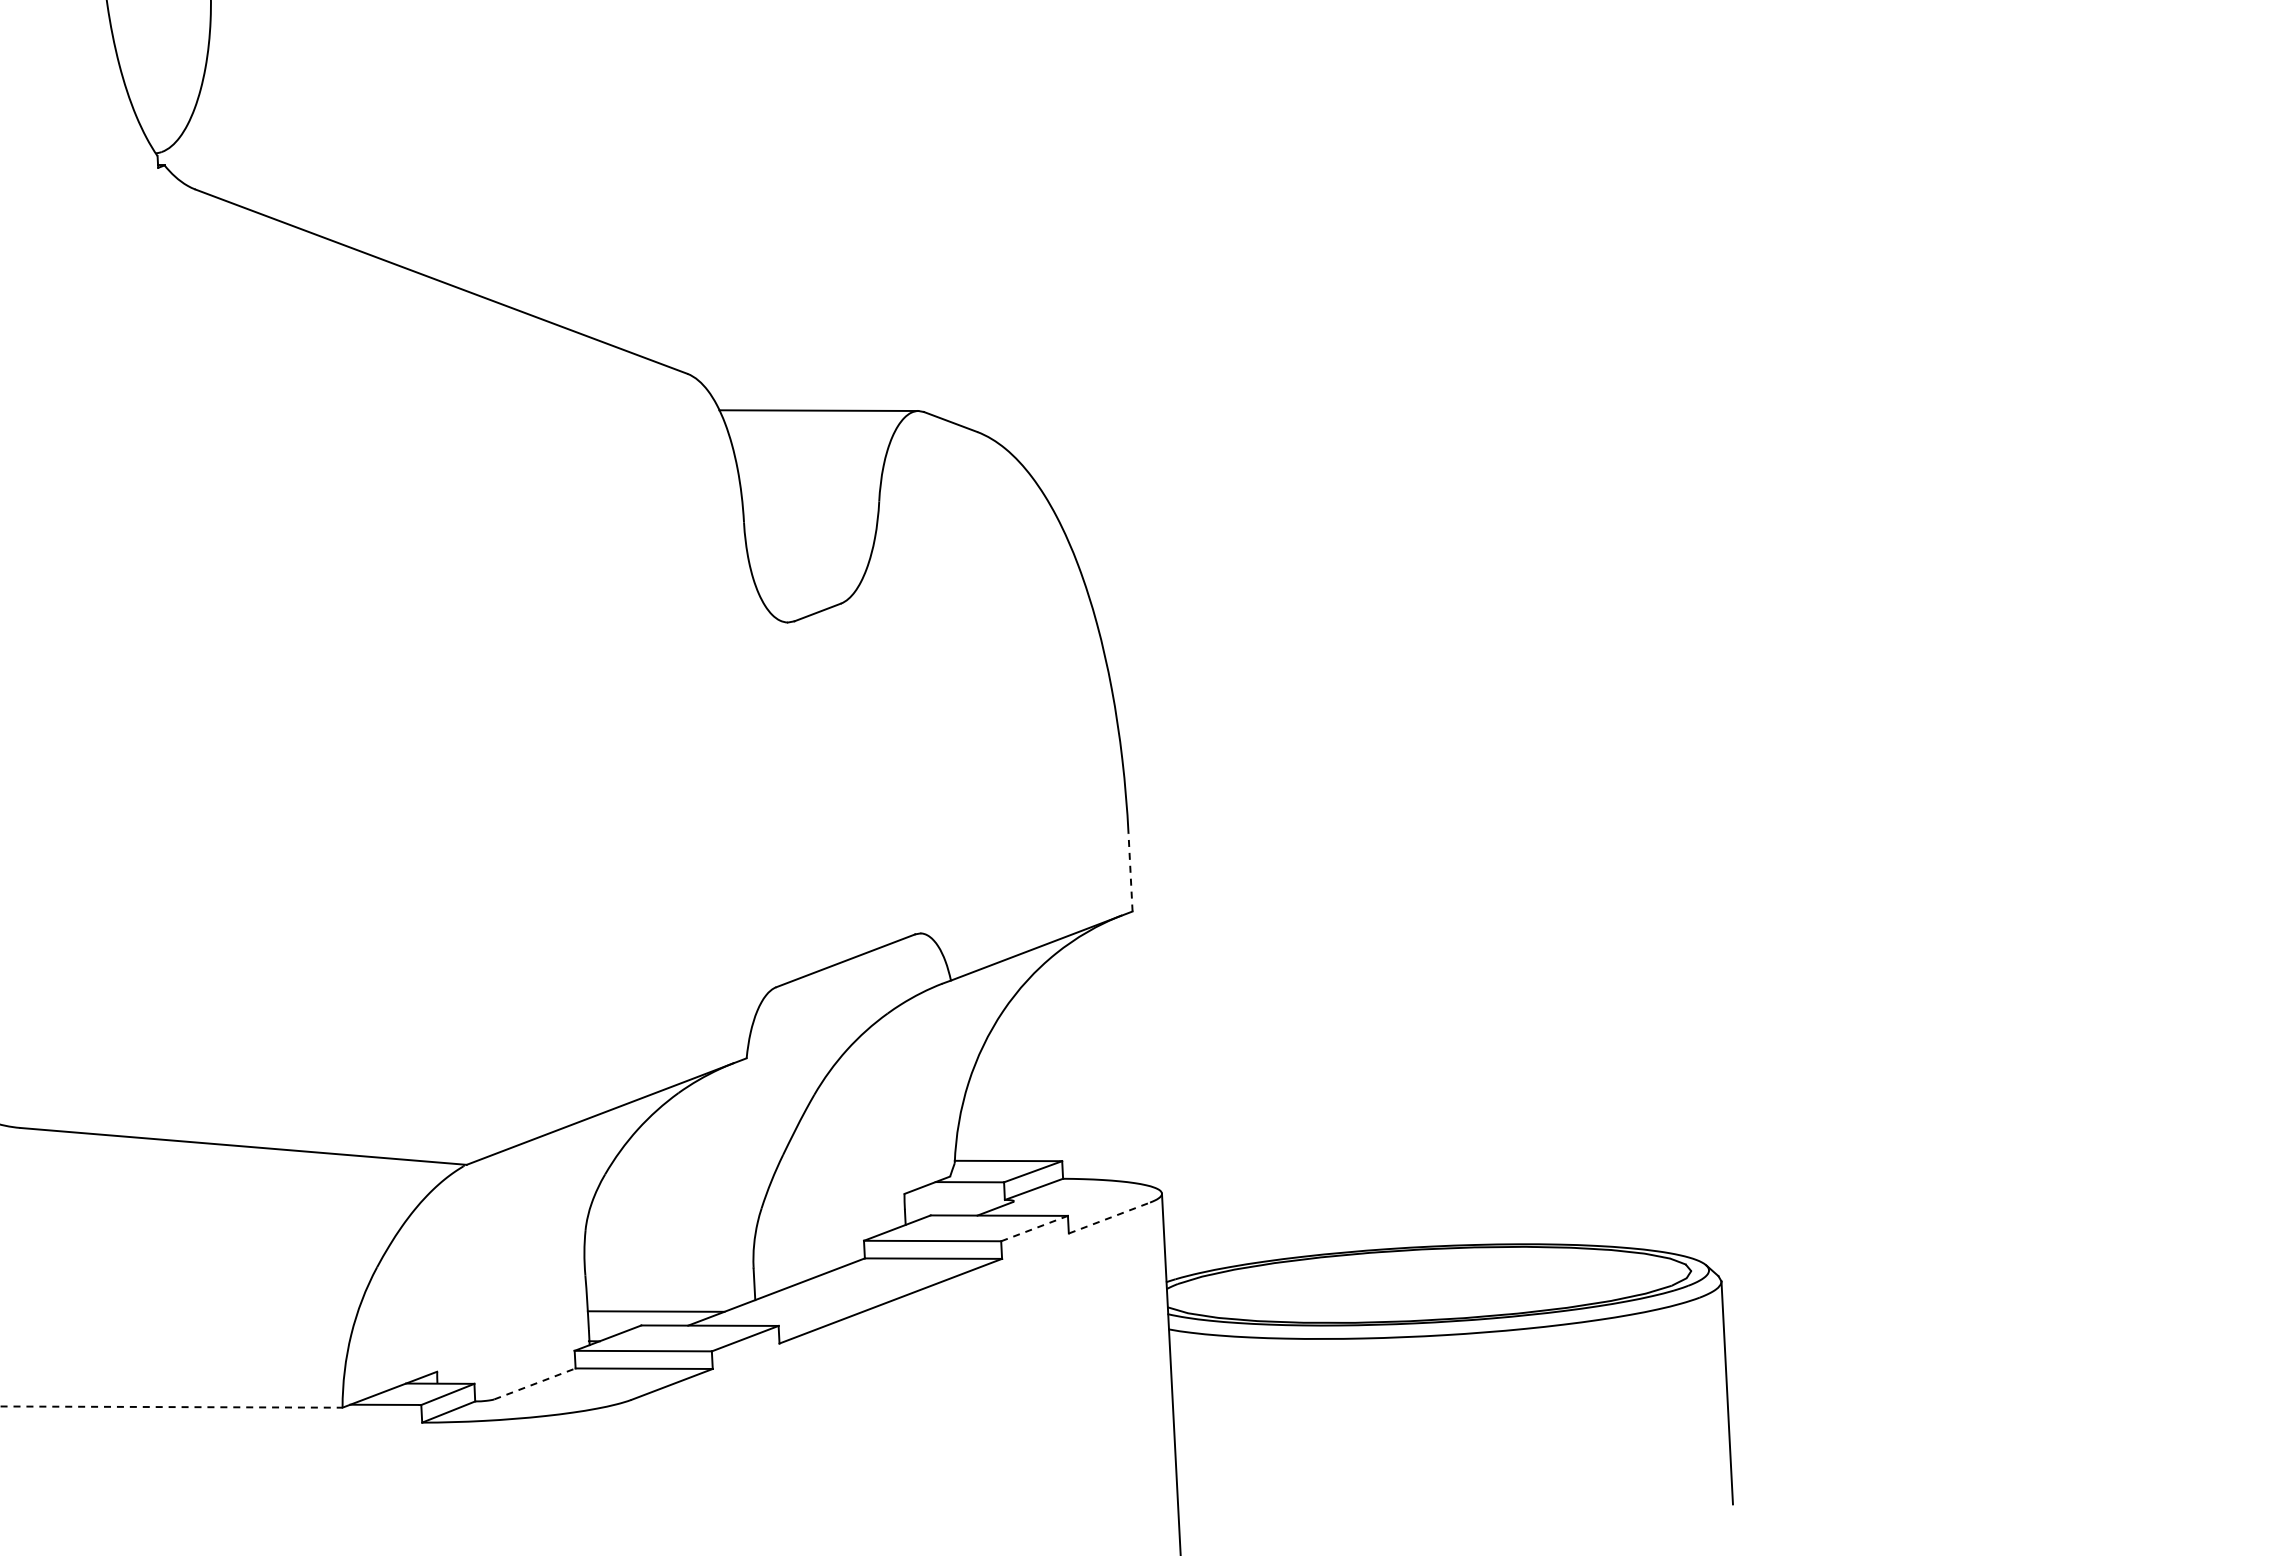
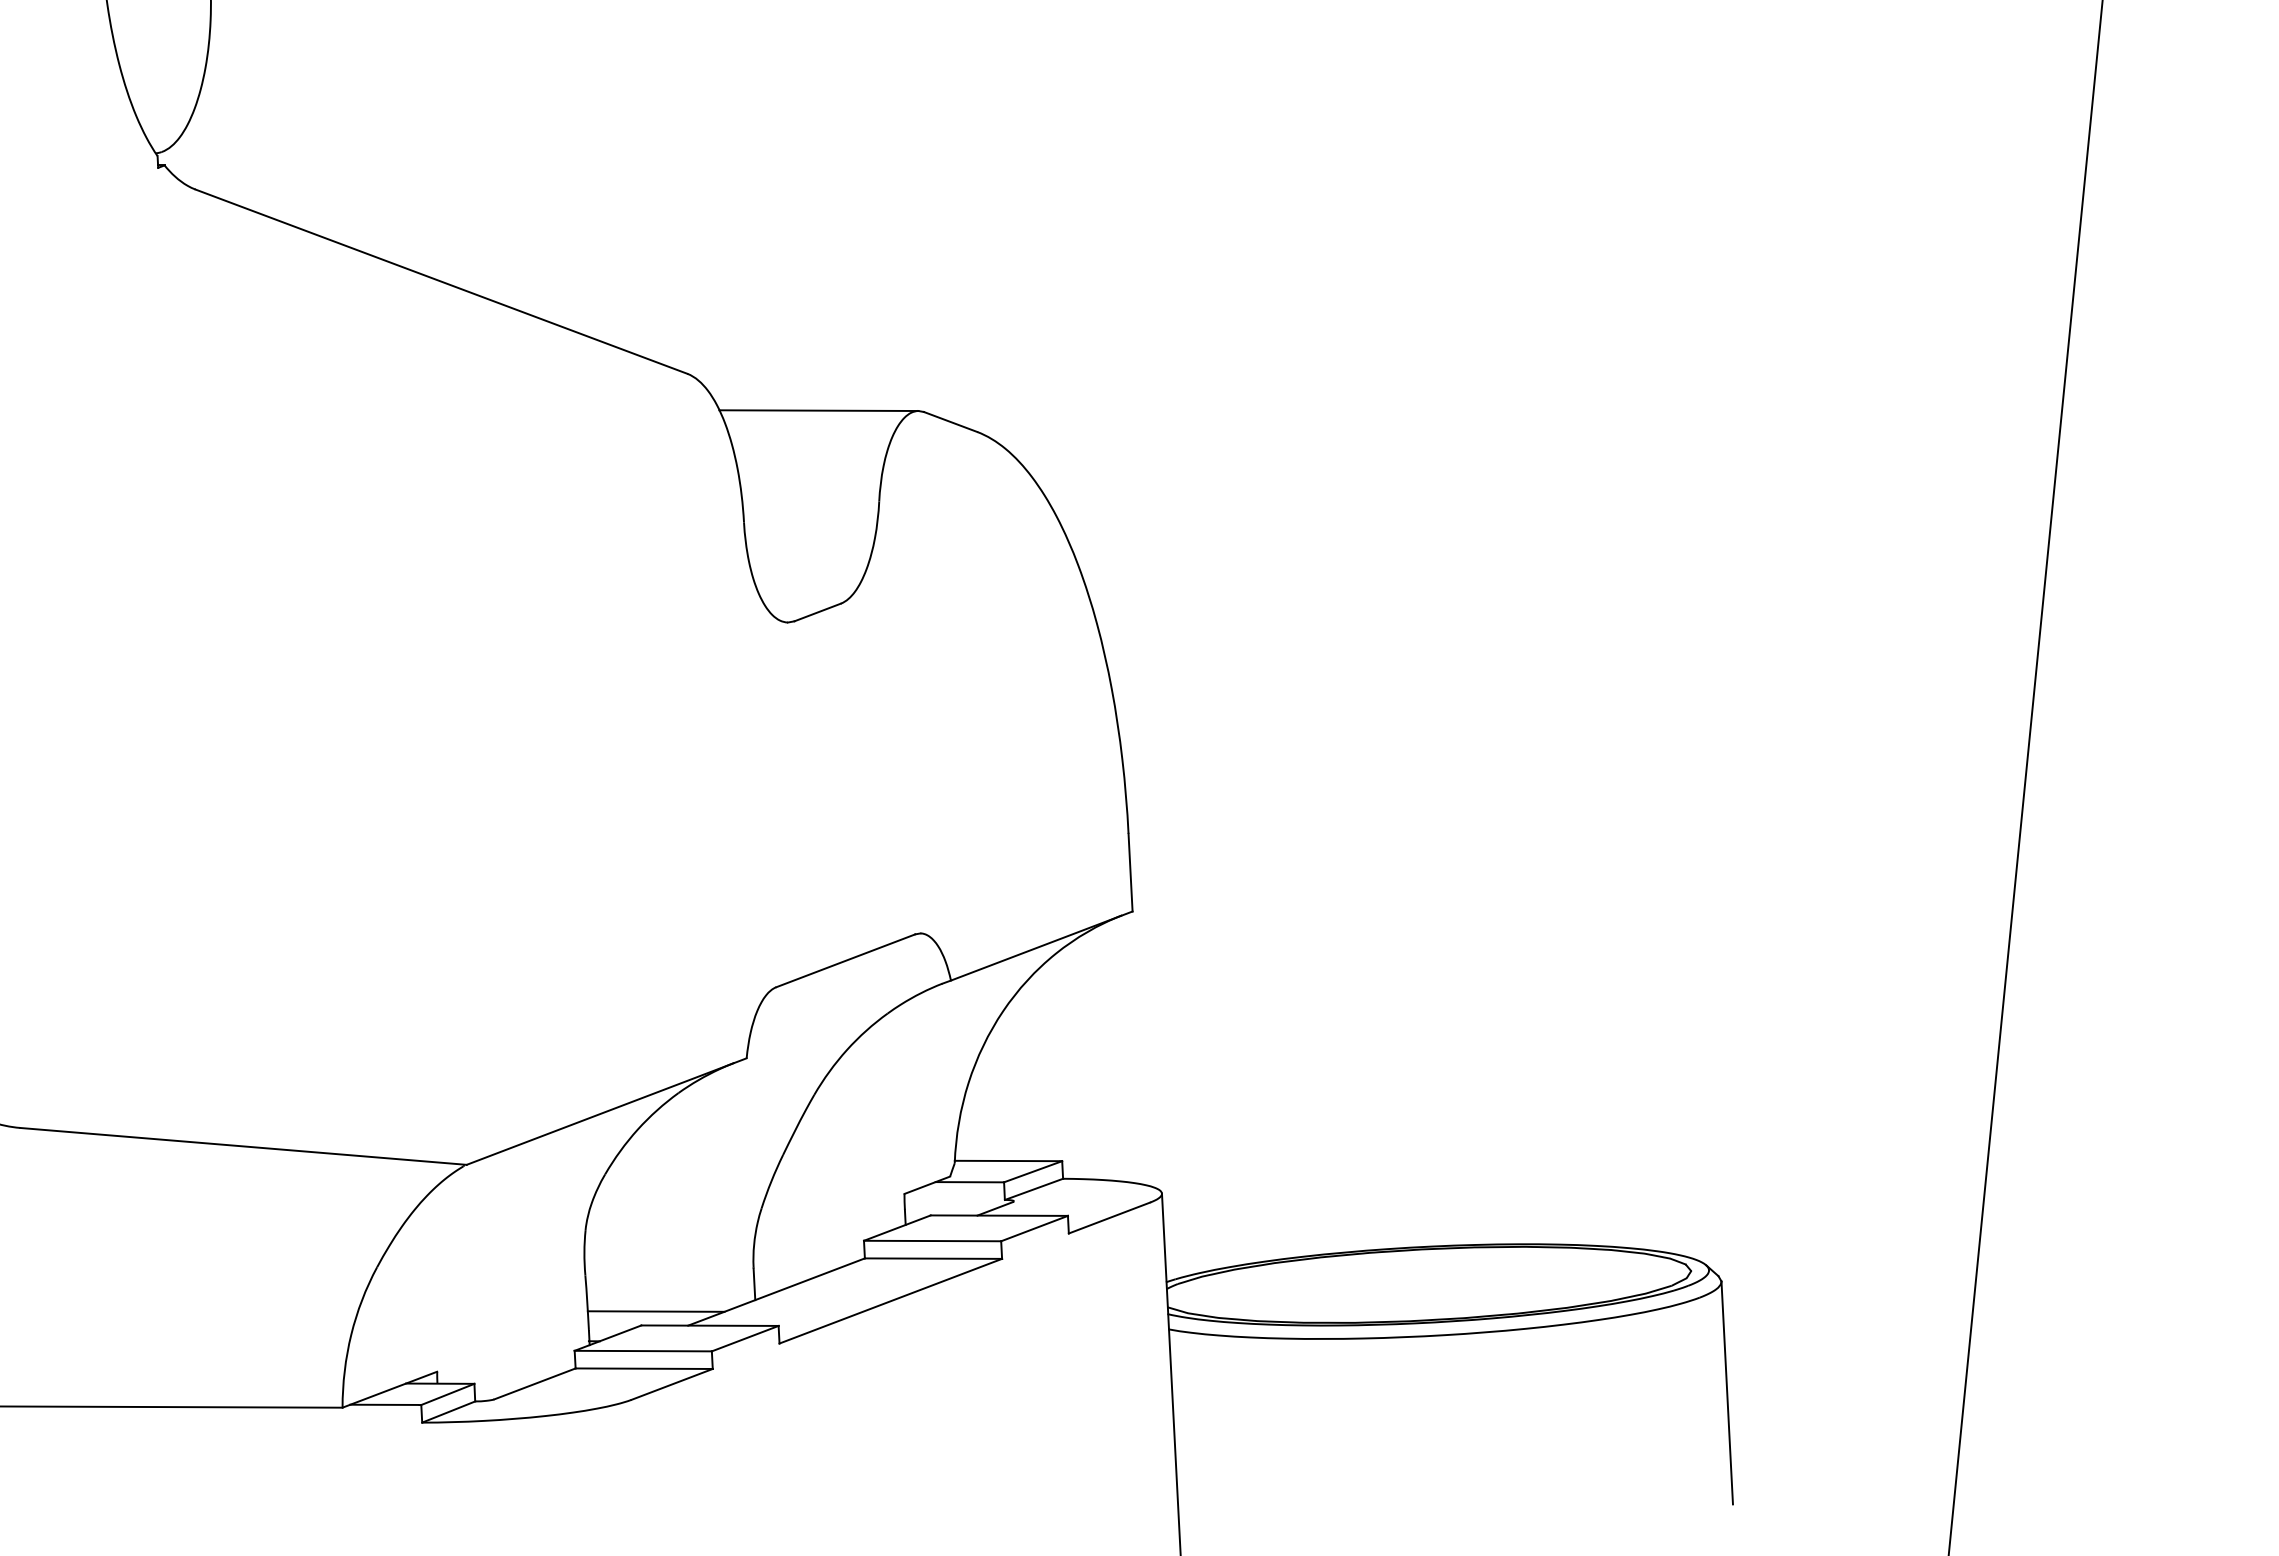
line at (2025, 777): none -> present
line at (1130, 872): dashed -> solid
line at (1109, 1217): dashed -> solid
line at (1034, 1228): dashed -> solid
line at (535, 1383): dashed -> solid
line at (171, 1407): dashed -> solid
